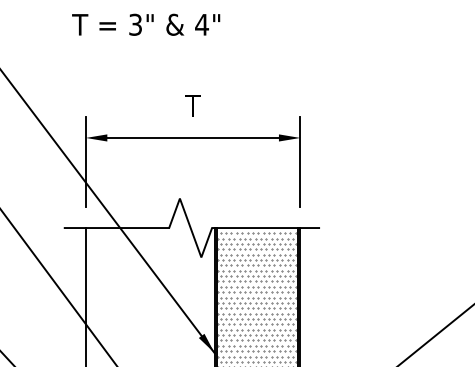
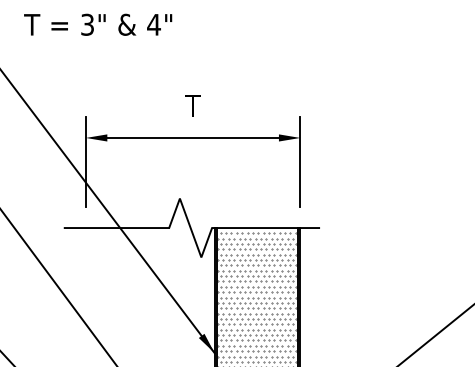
text at (146, 24) position: (146, 24) -> (98, 24)
line at (85, 295): present -> none
